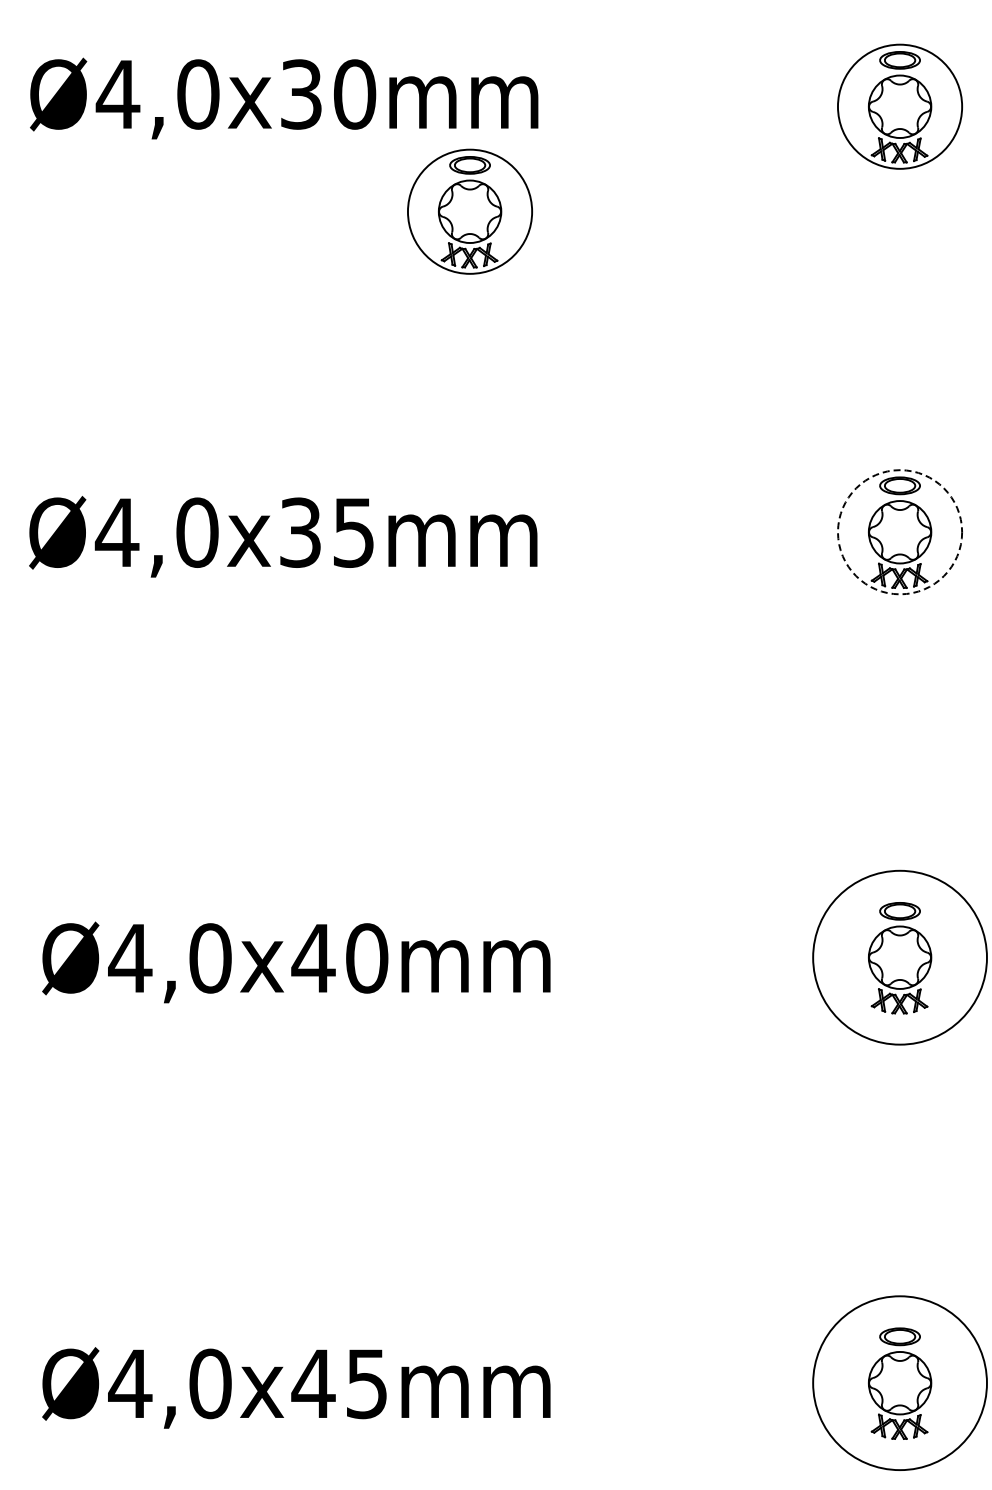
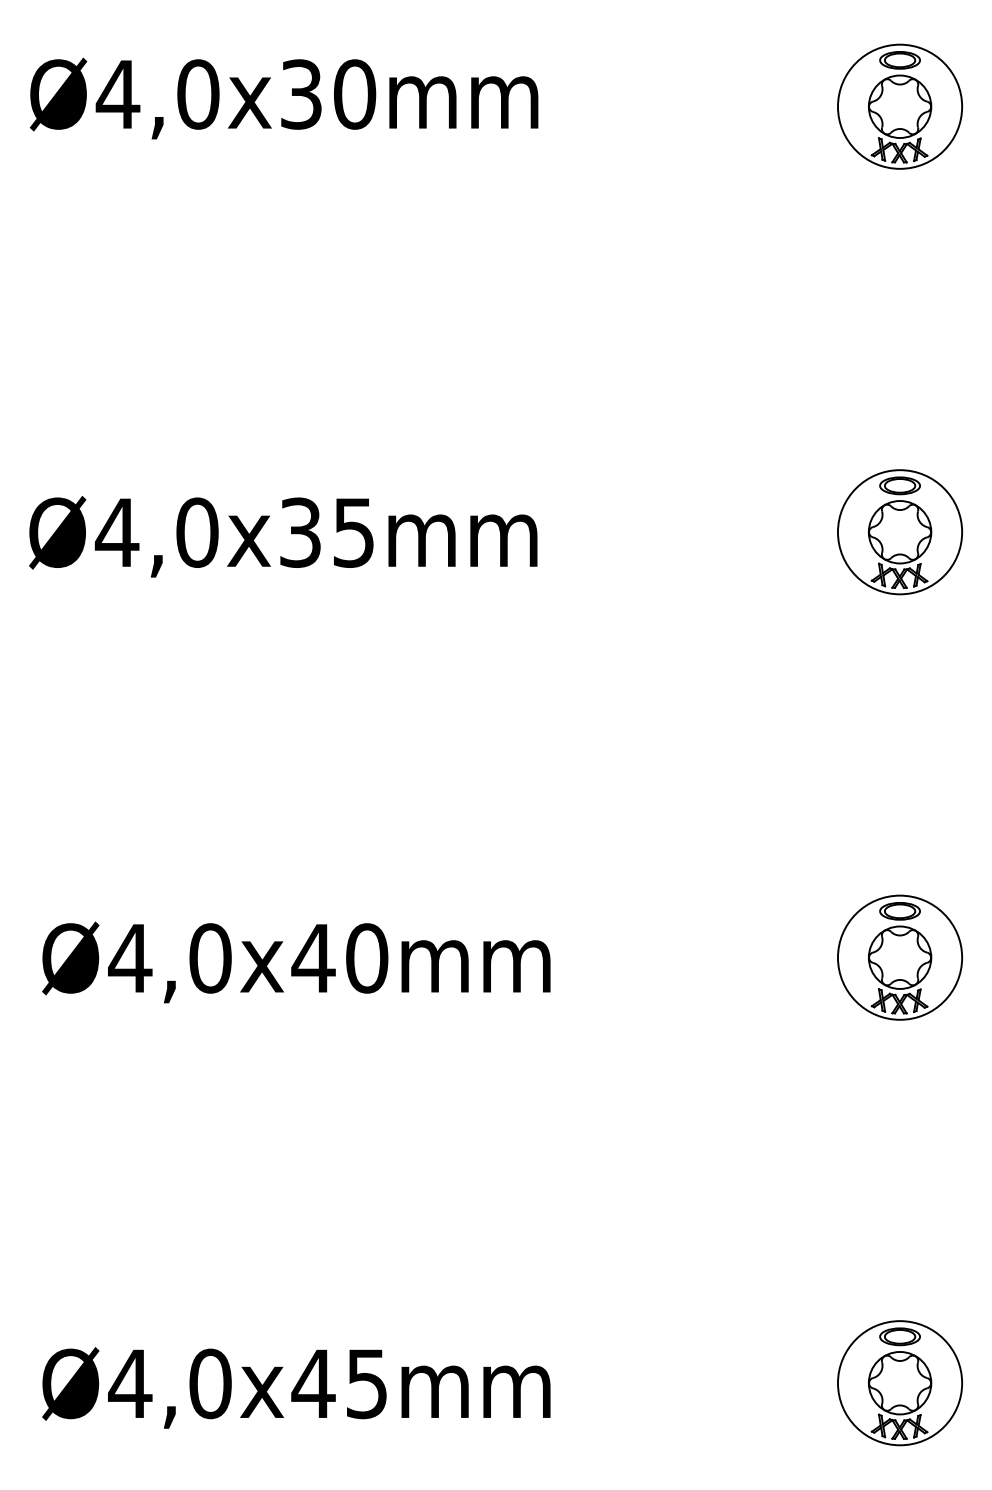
part at (469, 211): present -> none
circle at (899, 532): dashed -> solid
circle at (899, 957) diameter: 174 px -> 124 px
circle at (899, 1383) diameter: 174 px -> 124 px
